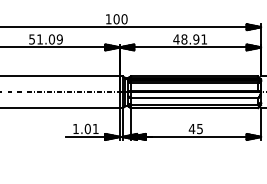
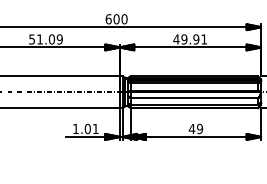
text at (108, 19): 100 -> 600
text at (184, 39): 48.91 -> 49.91
text at (200, 128): 45 -> 49
